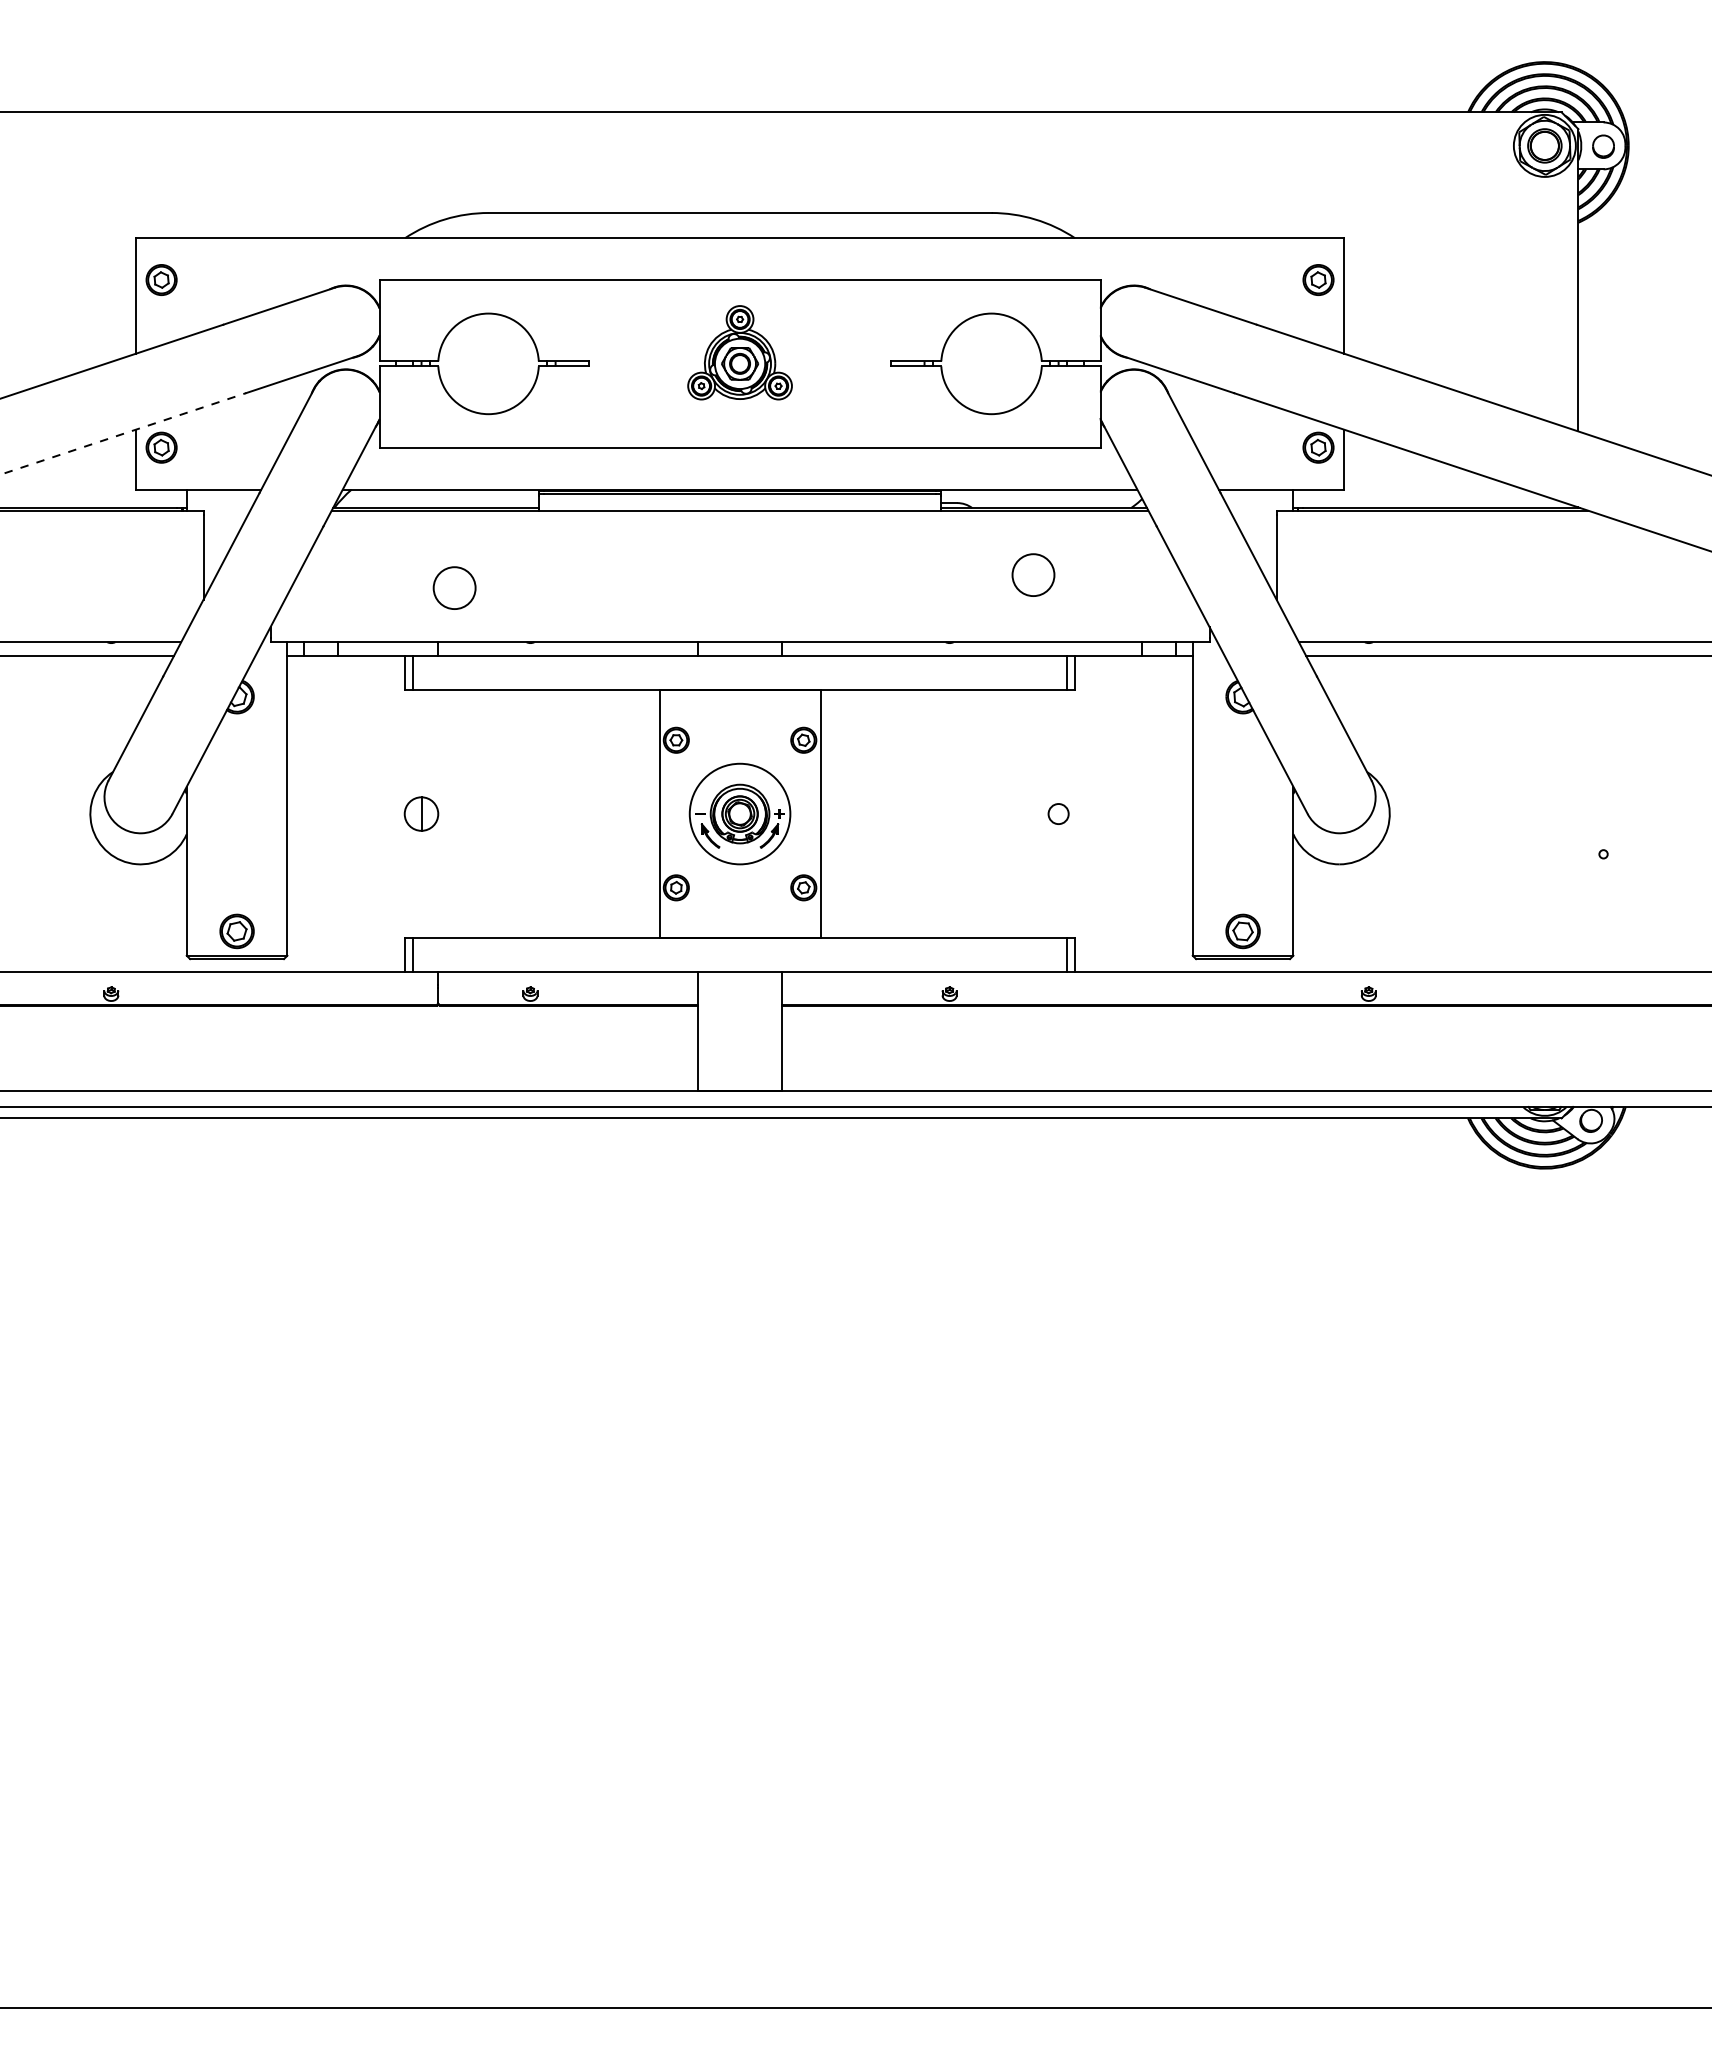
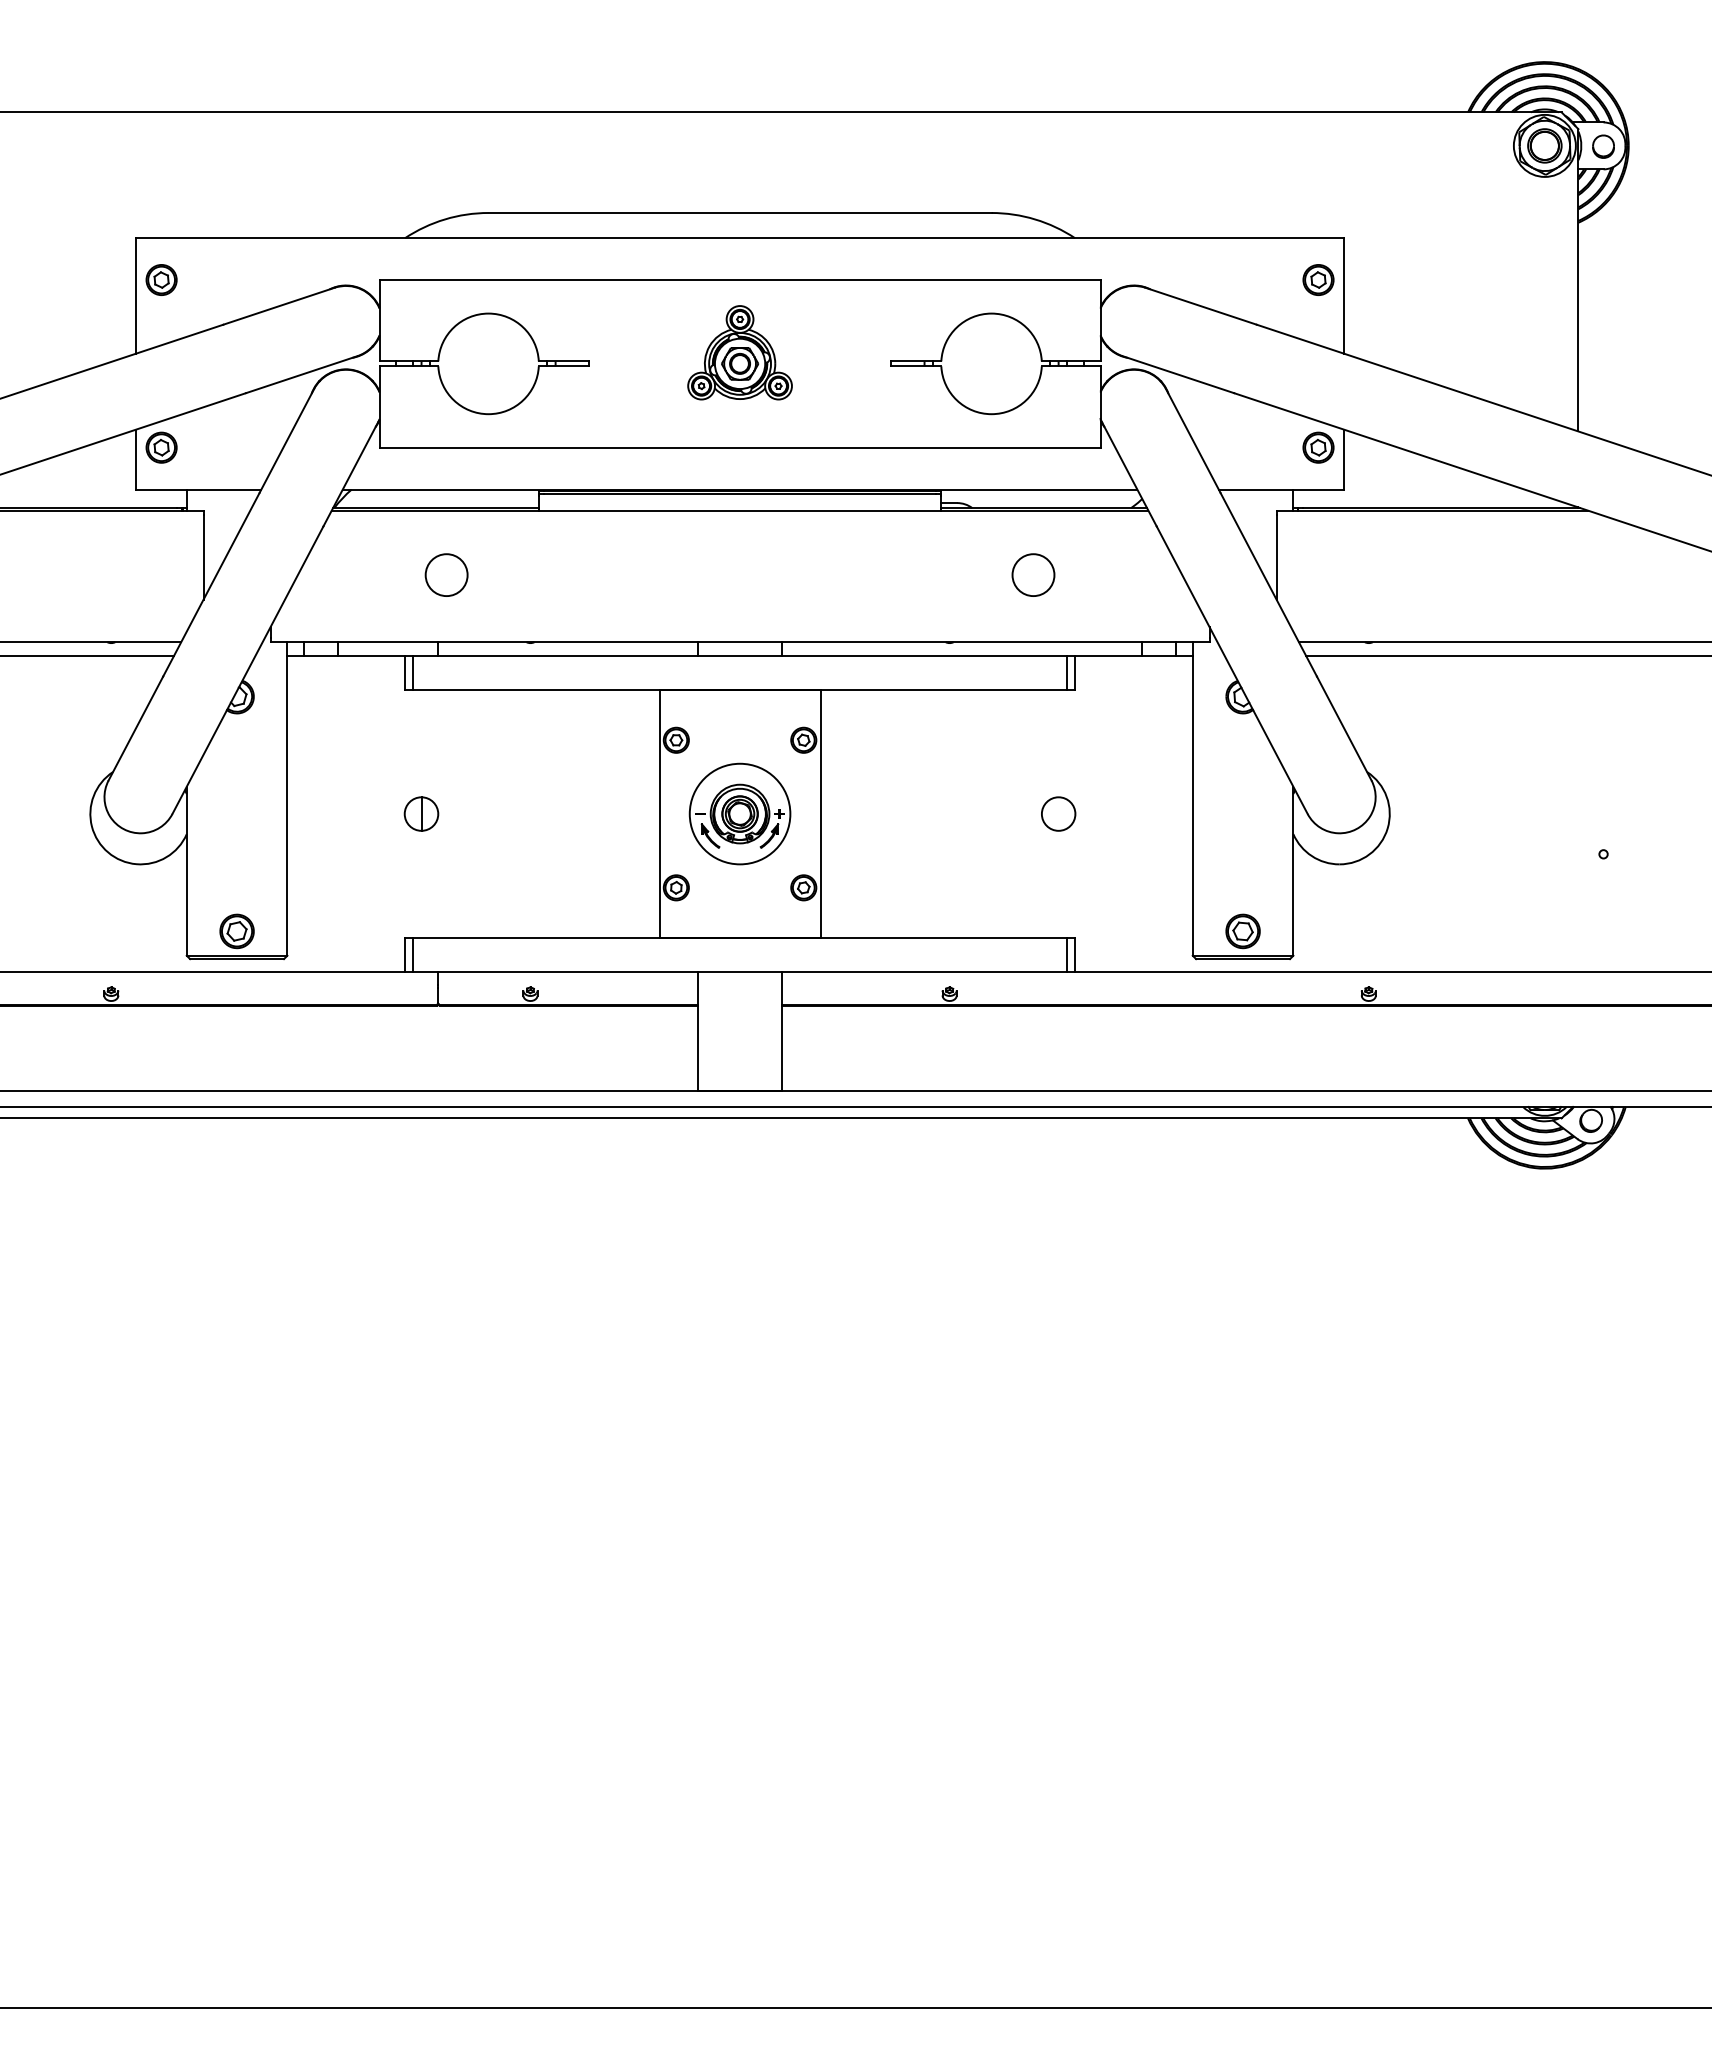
line at (123, 433): dashed -> solid
circle at (454, 587) position: (454, 587) -> (446, 574)
circle at (1058, 814) diameter: 20 px -> 34 px
